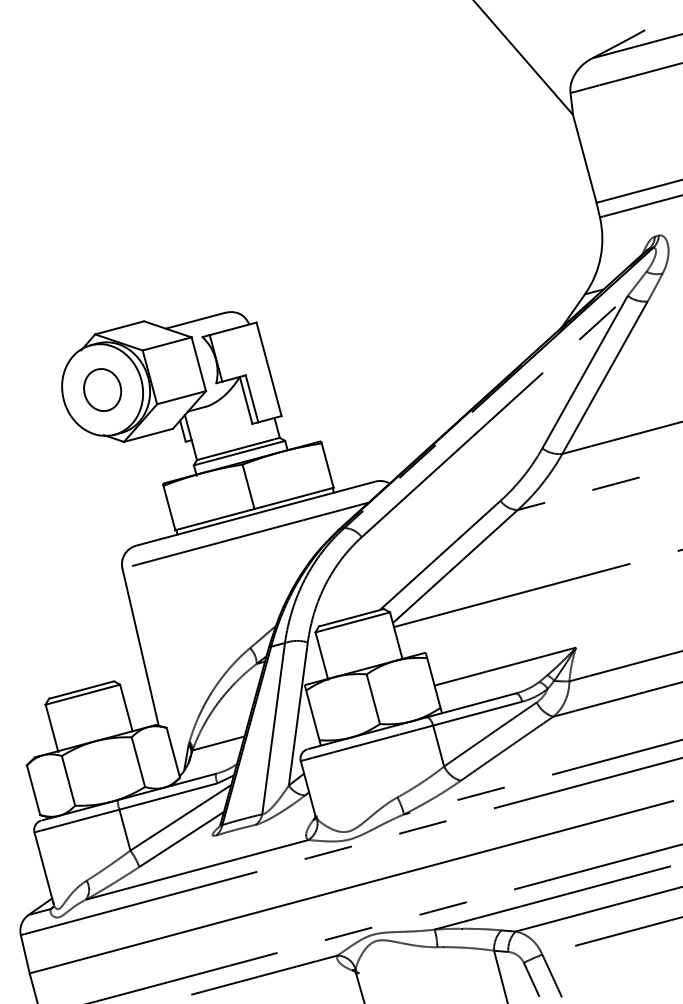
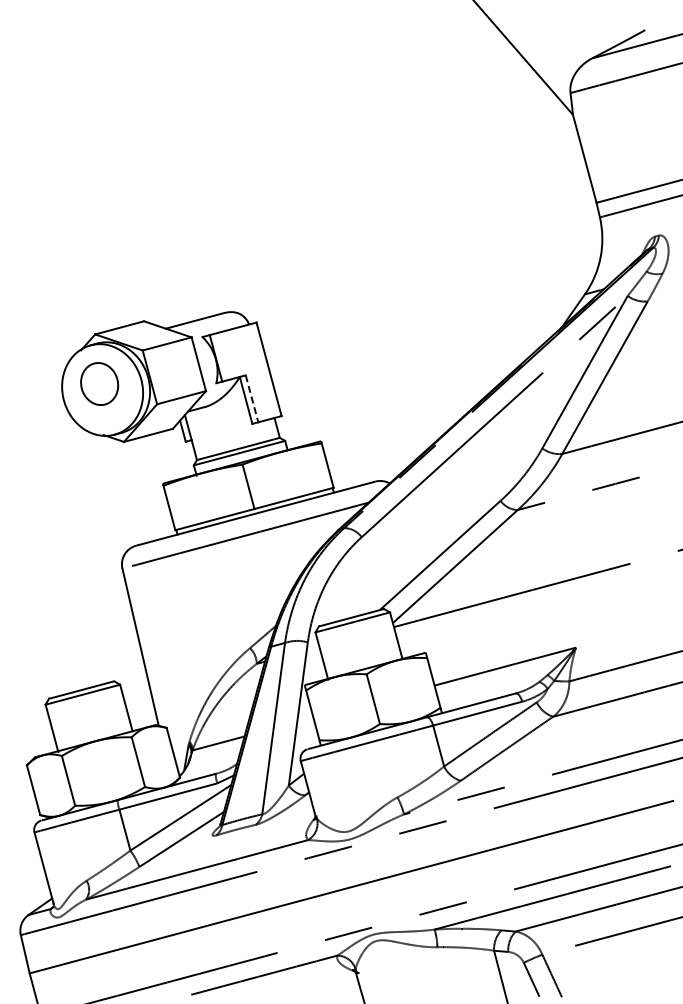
part at (102, 389) position: (102, 389) -> (99, 383)
line at (252, 399): solid -> dashed
